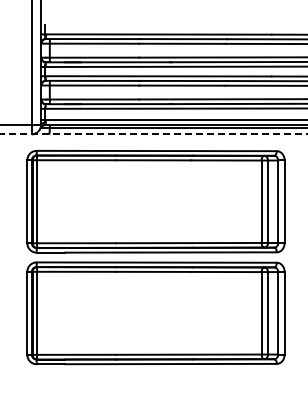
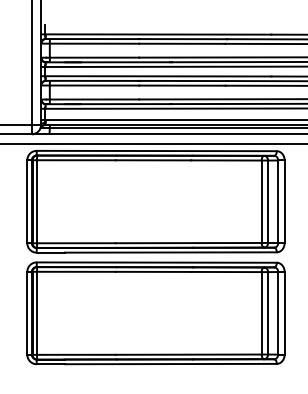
line at (153, 134): dashed -> solid
line at (153, 143): none -> present
